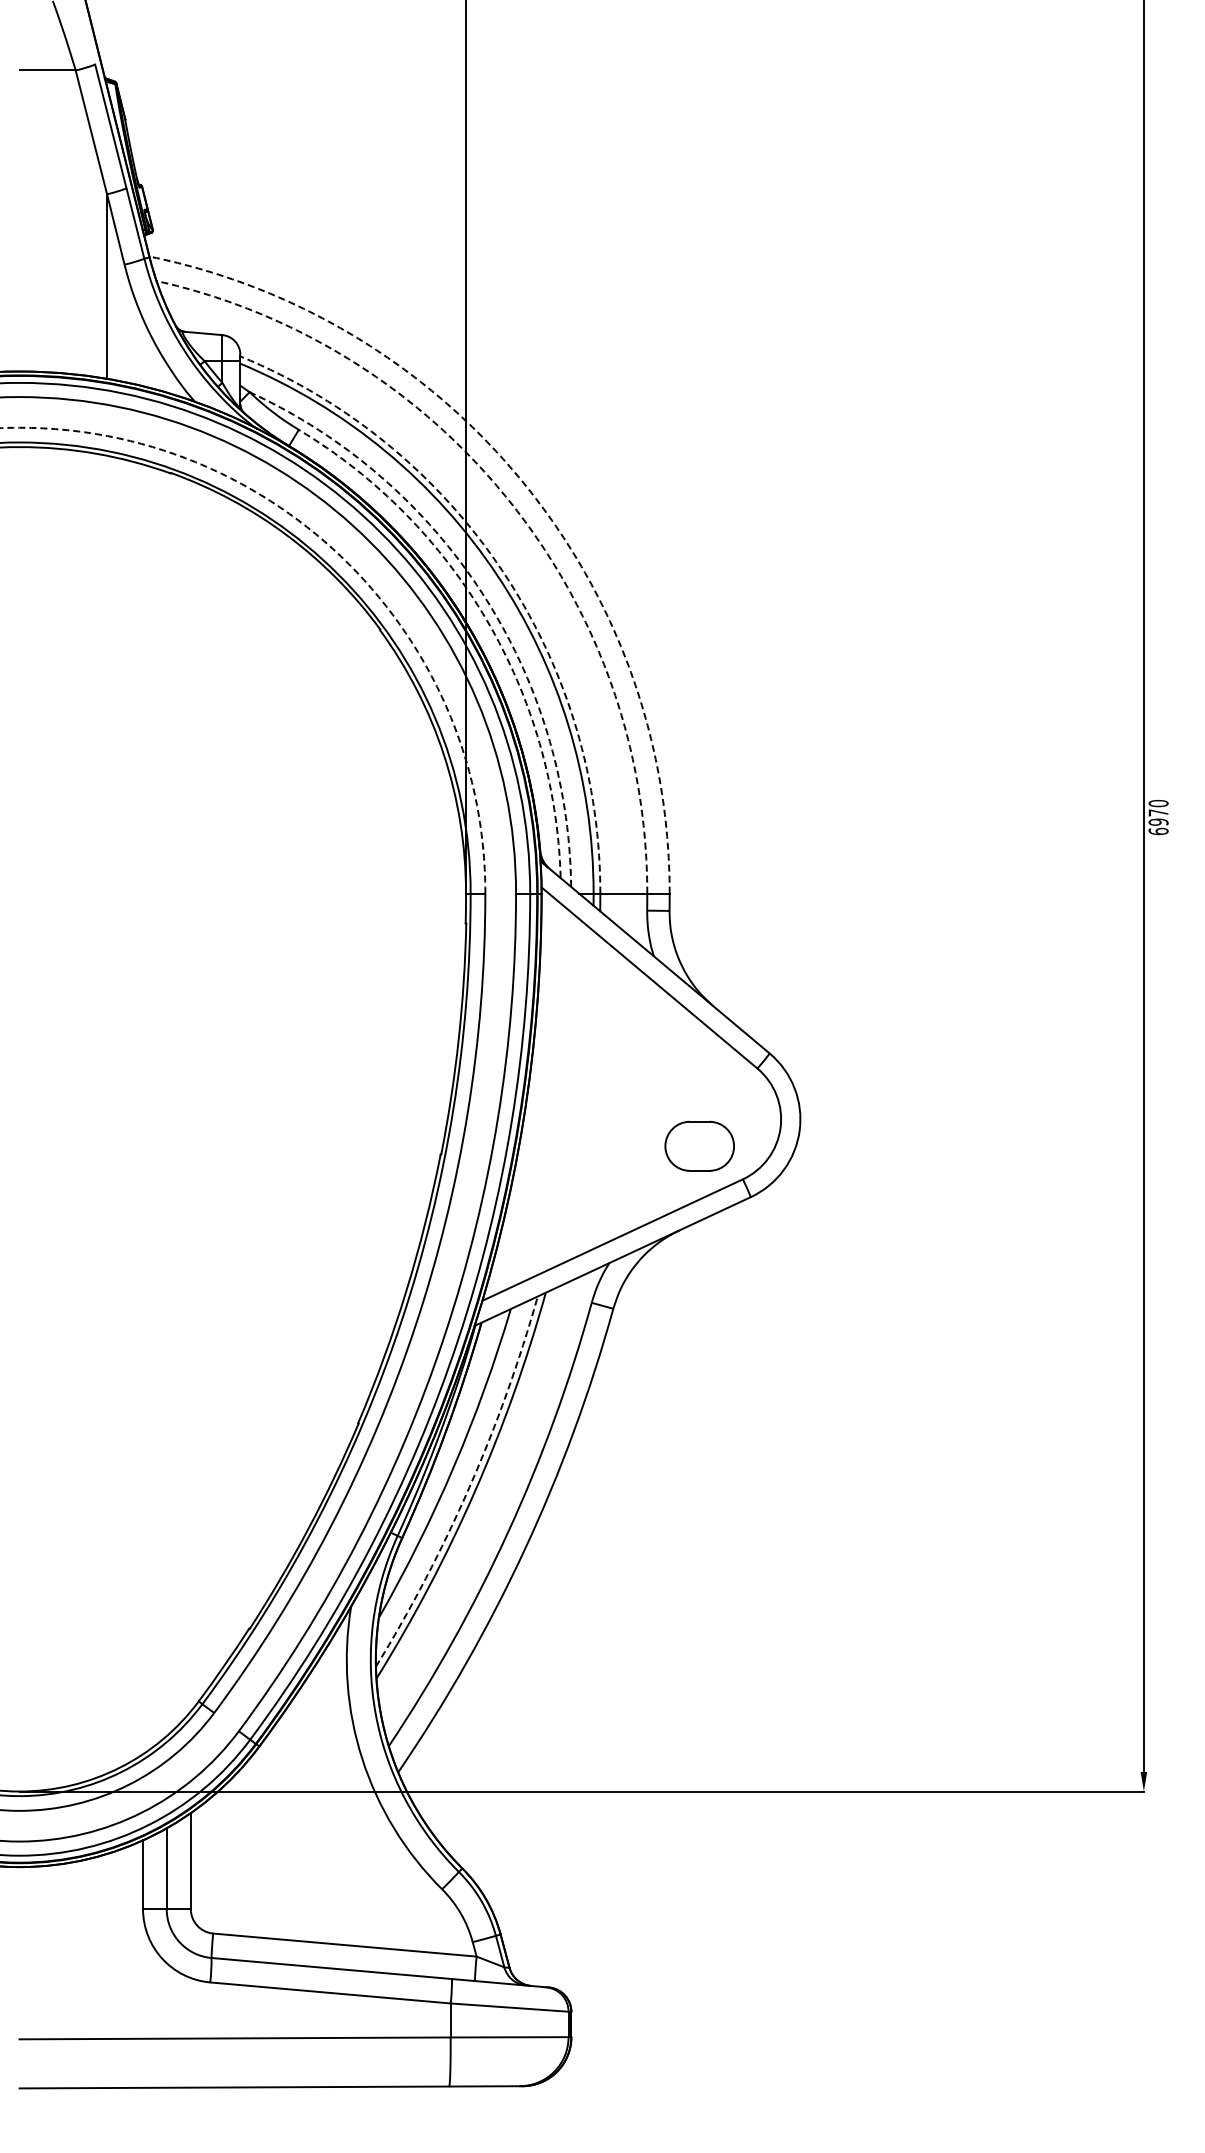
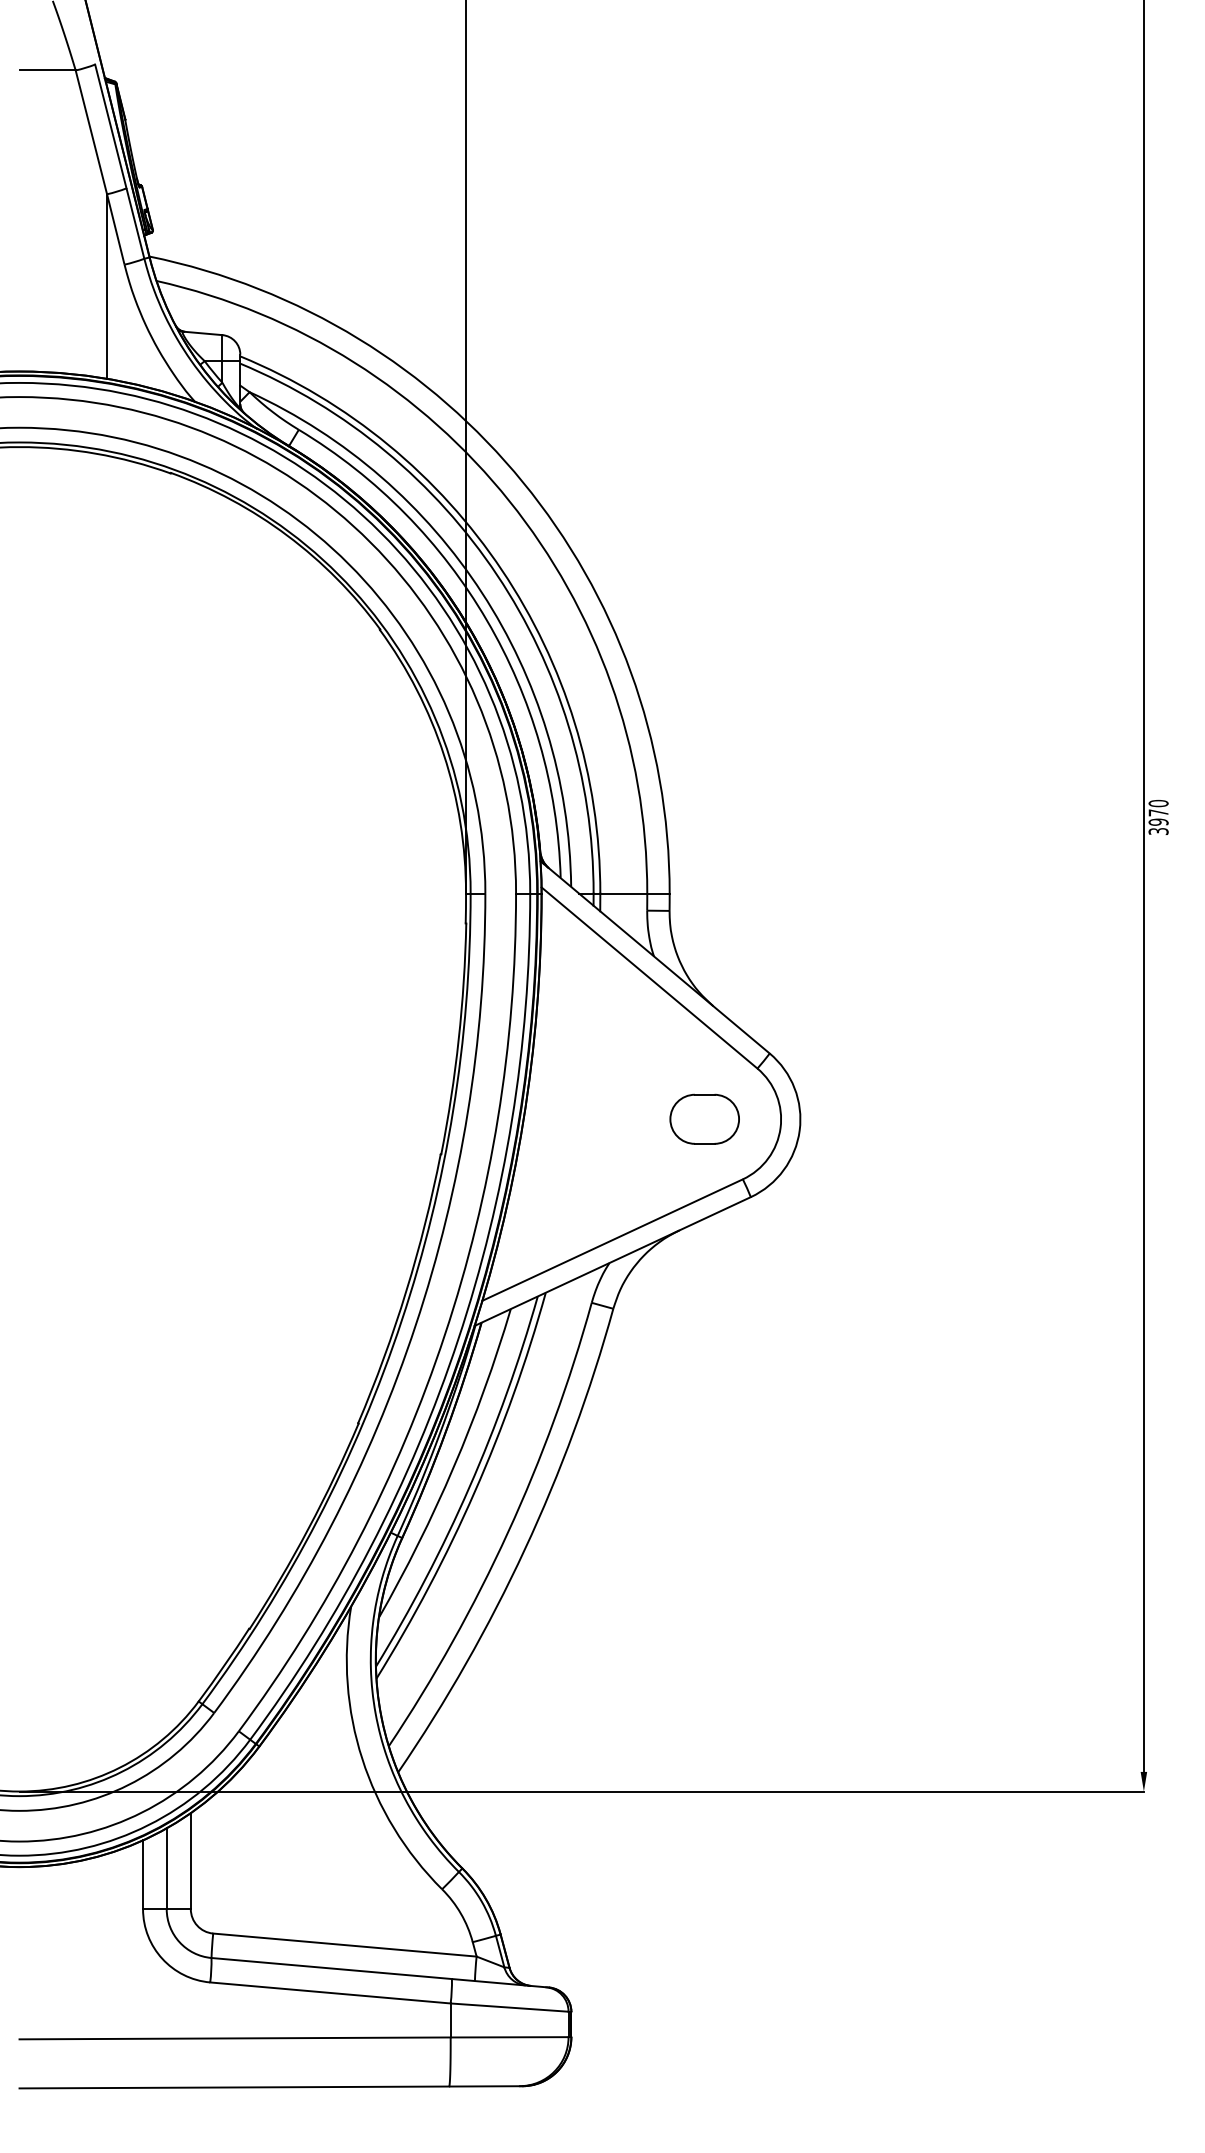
arc at (523, 482): dashed -> solid
arc at (509, 501): dashed -> solid
arc at (341, 557): dashed -> solid
arc at (502, 570): dashed -> solid
arc at (482, 592): dashed -> solid
arc at (486, 620): dashed -> solid
text at (1158, 831): 6970 -> 3970
part at (699, 1145) position: (699, 1145) -> (704, 1118)
arc at (469, 1487): dashed -> solid
